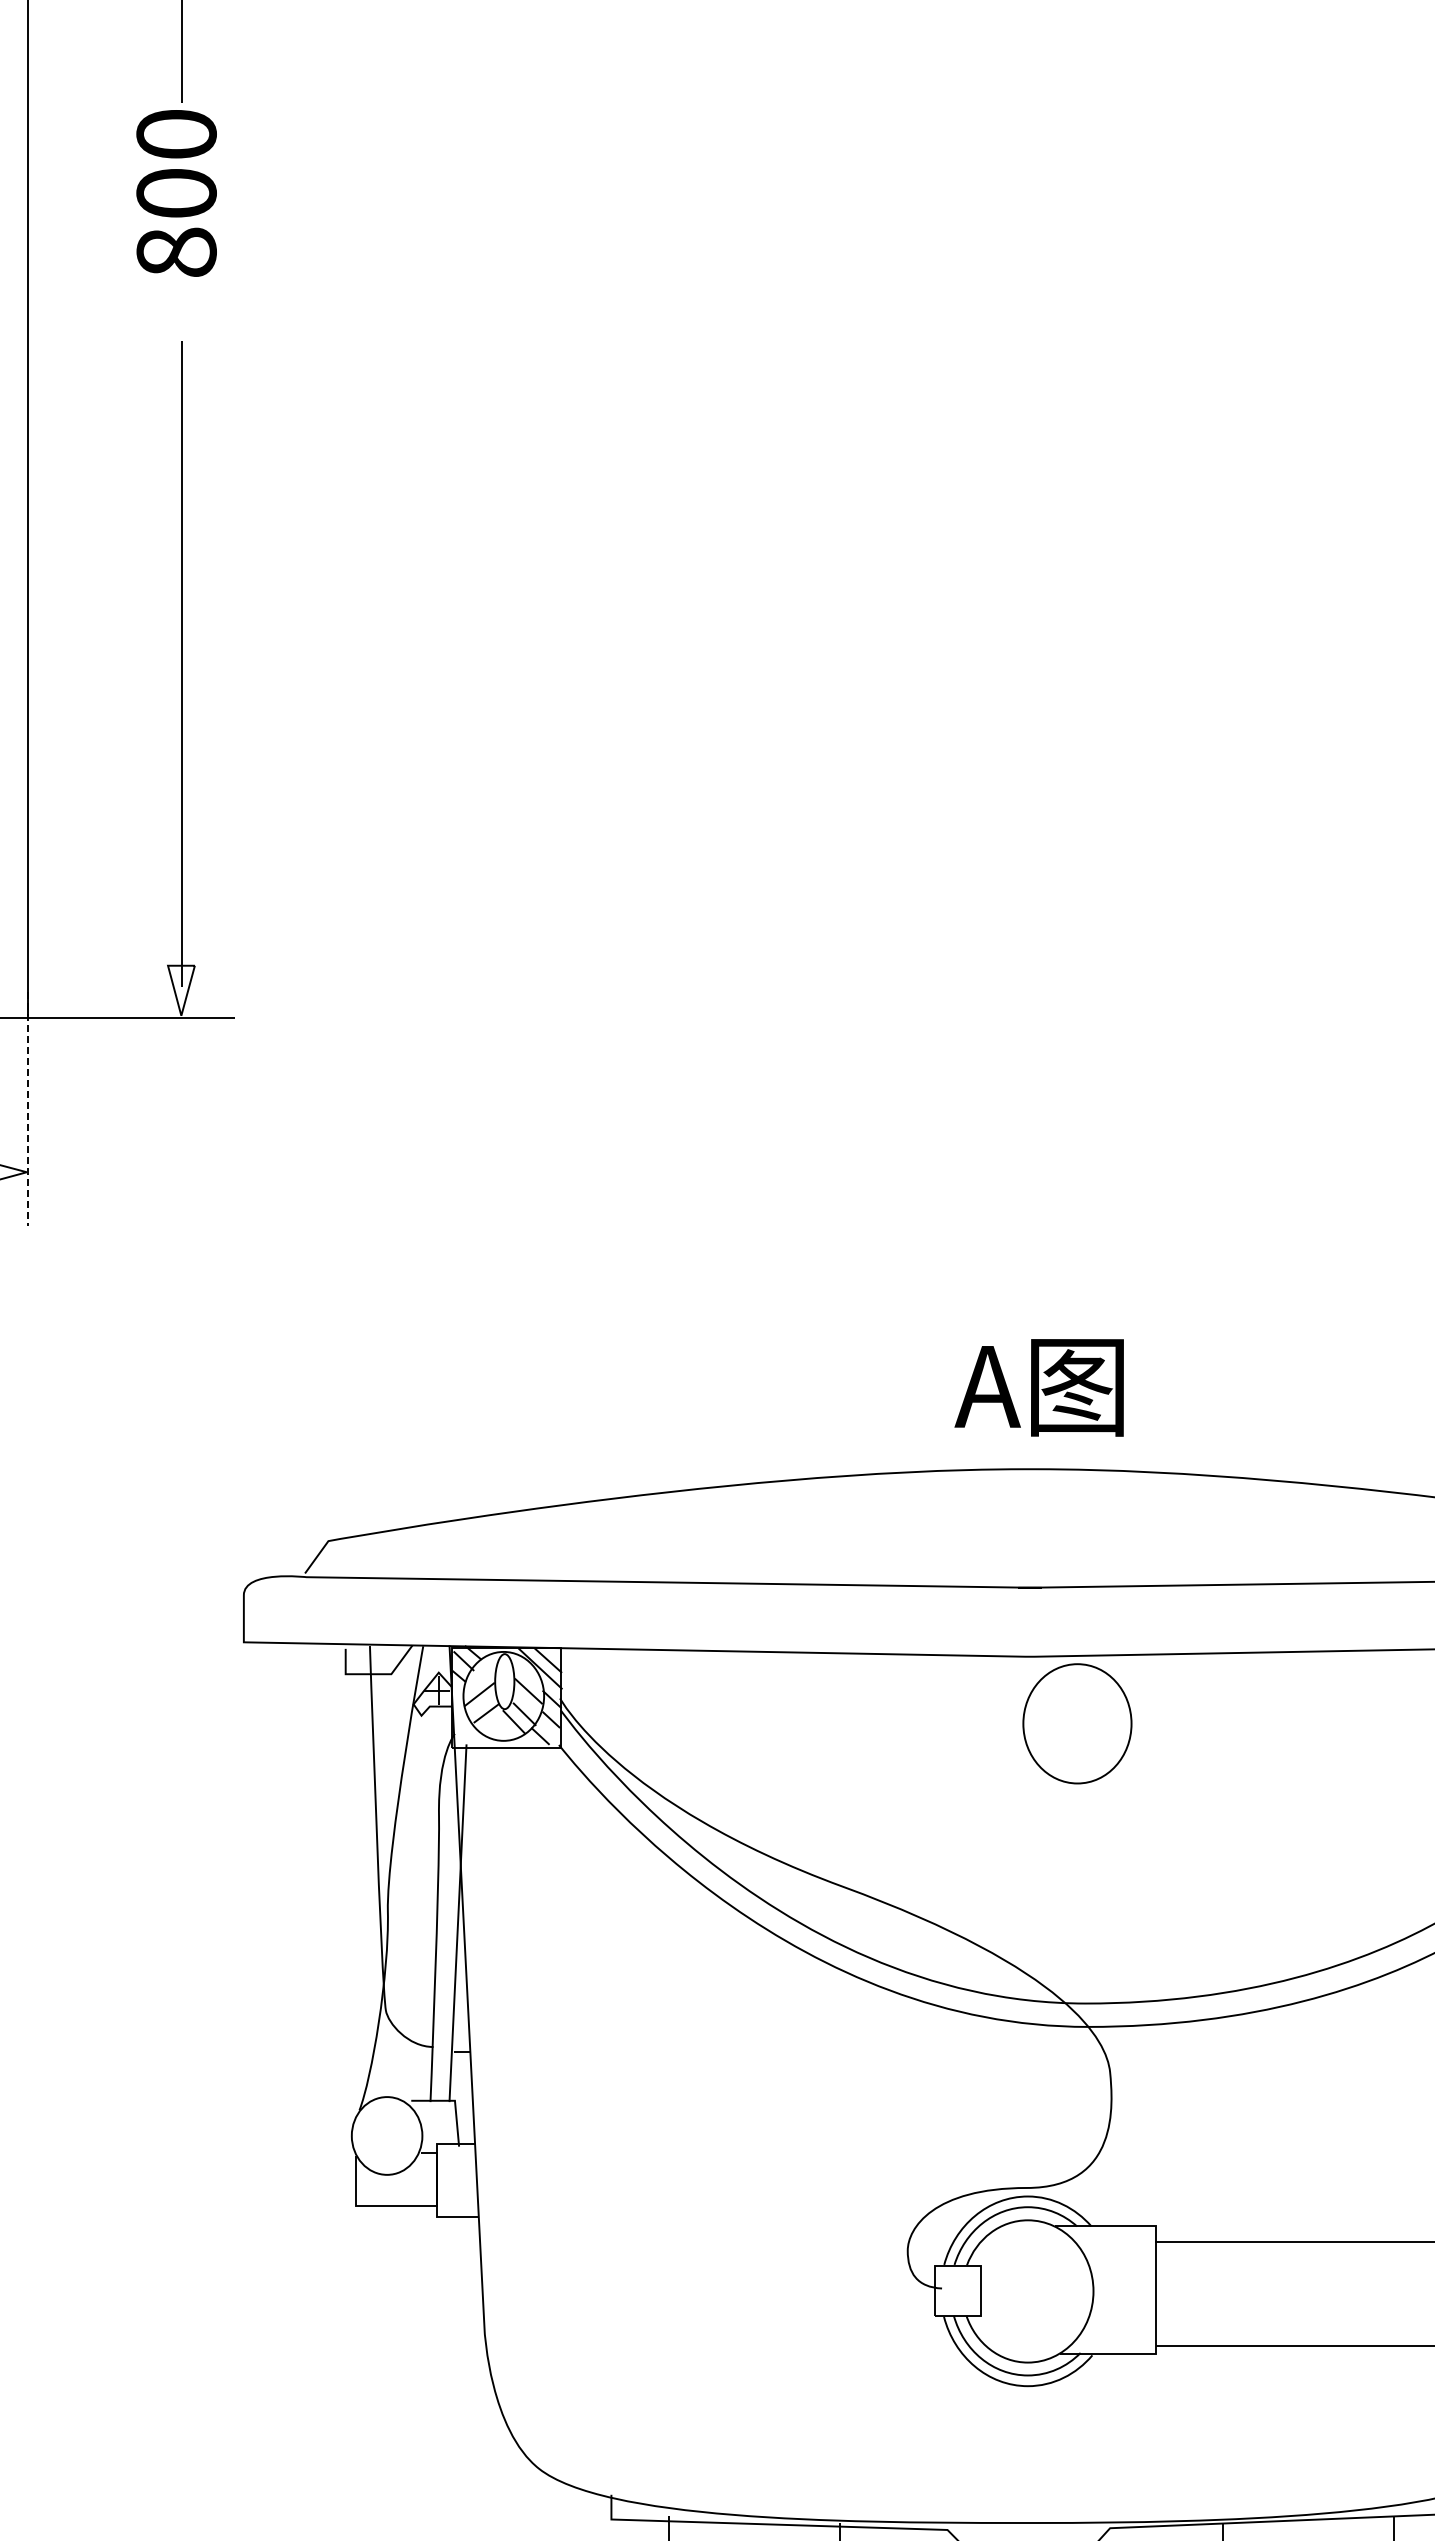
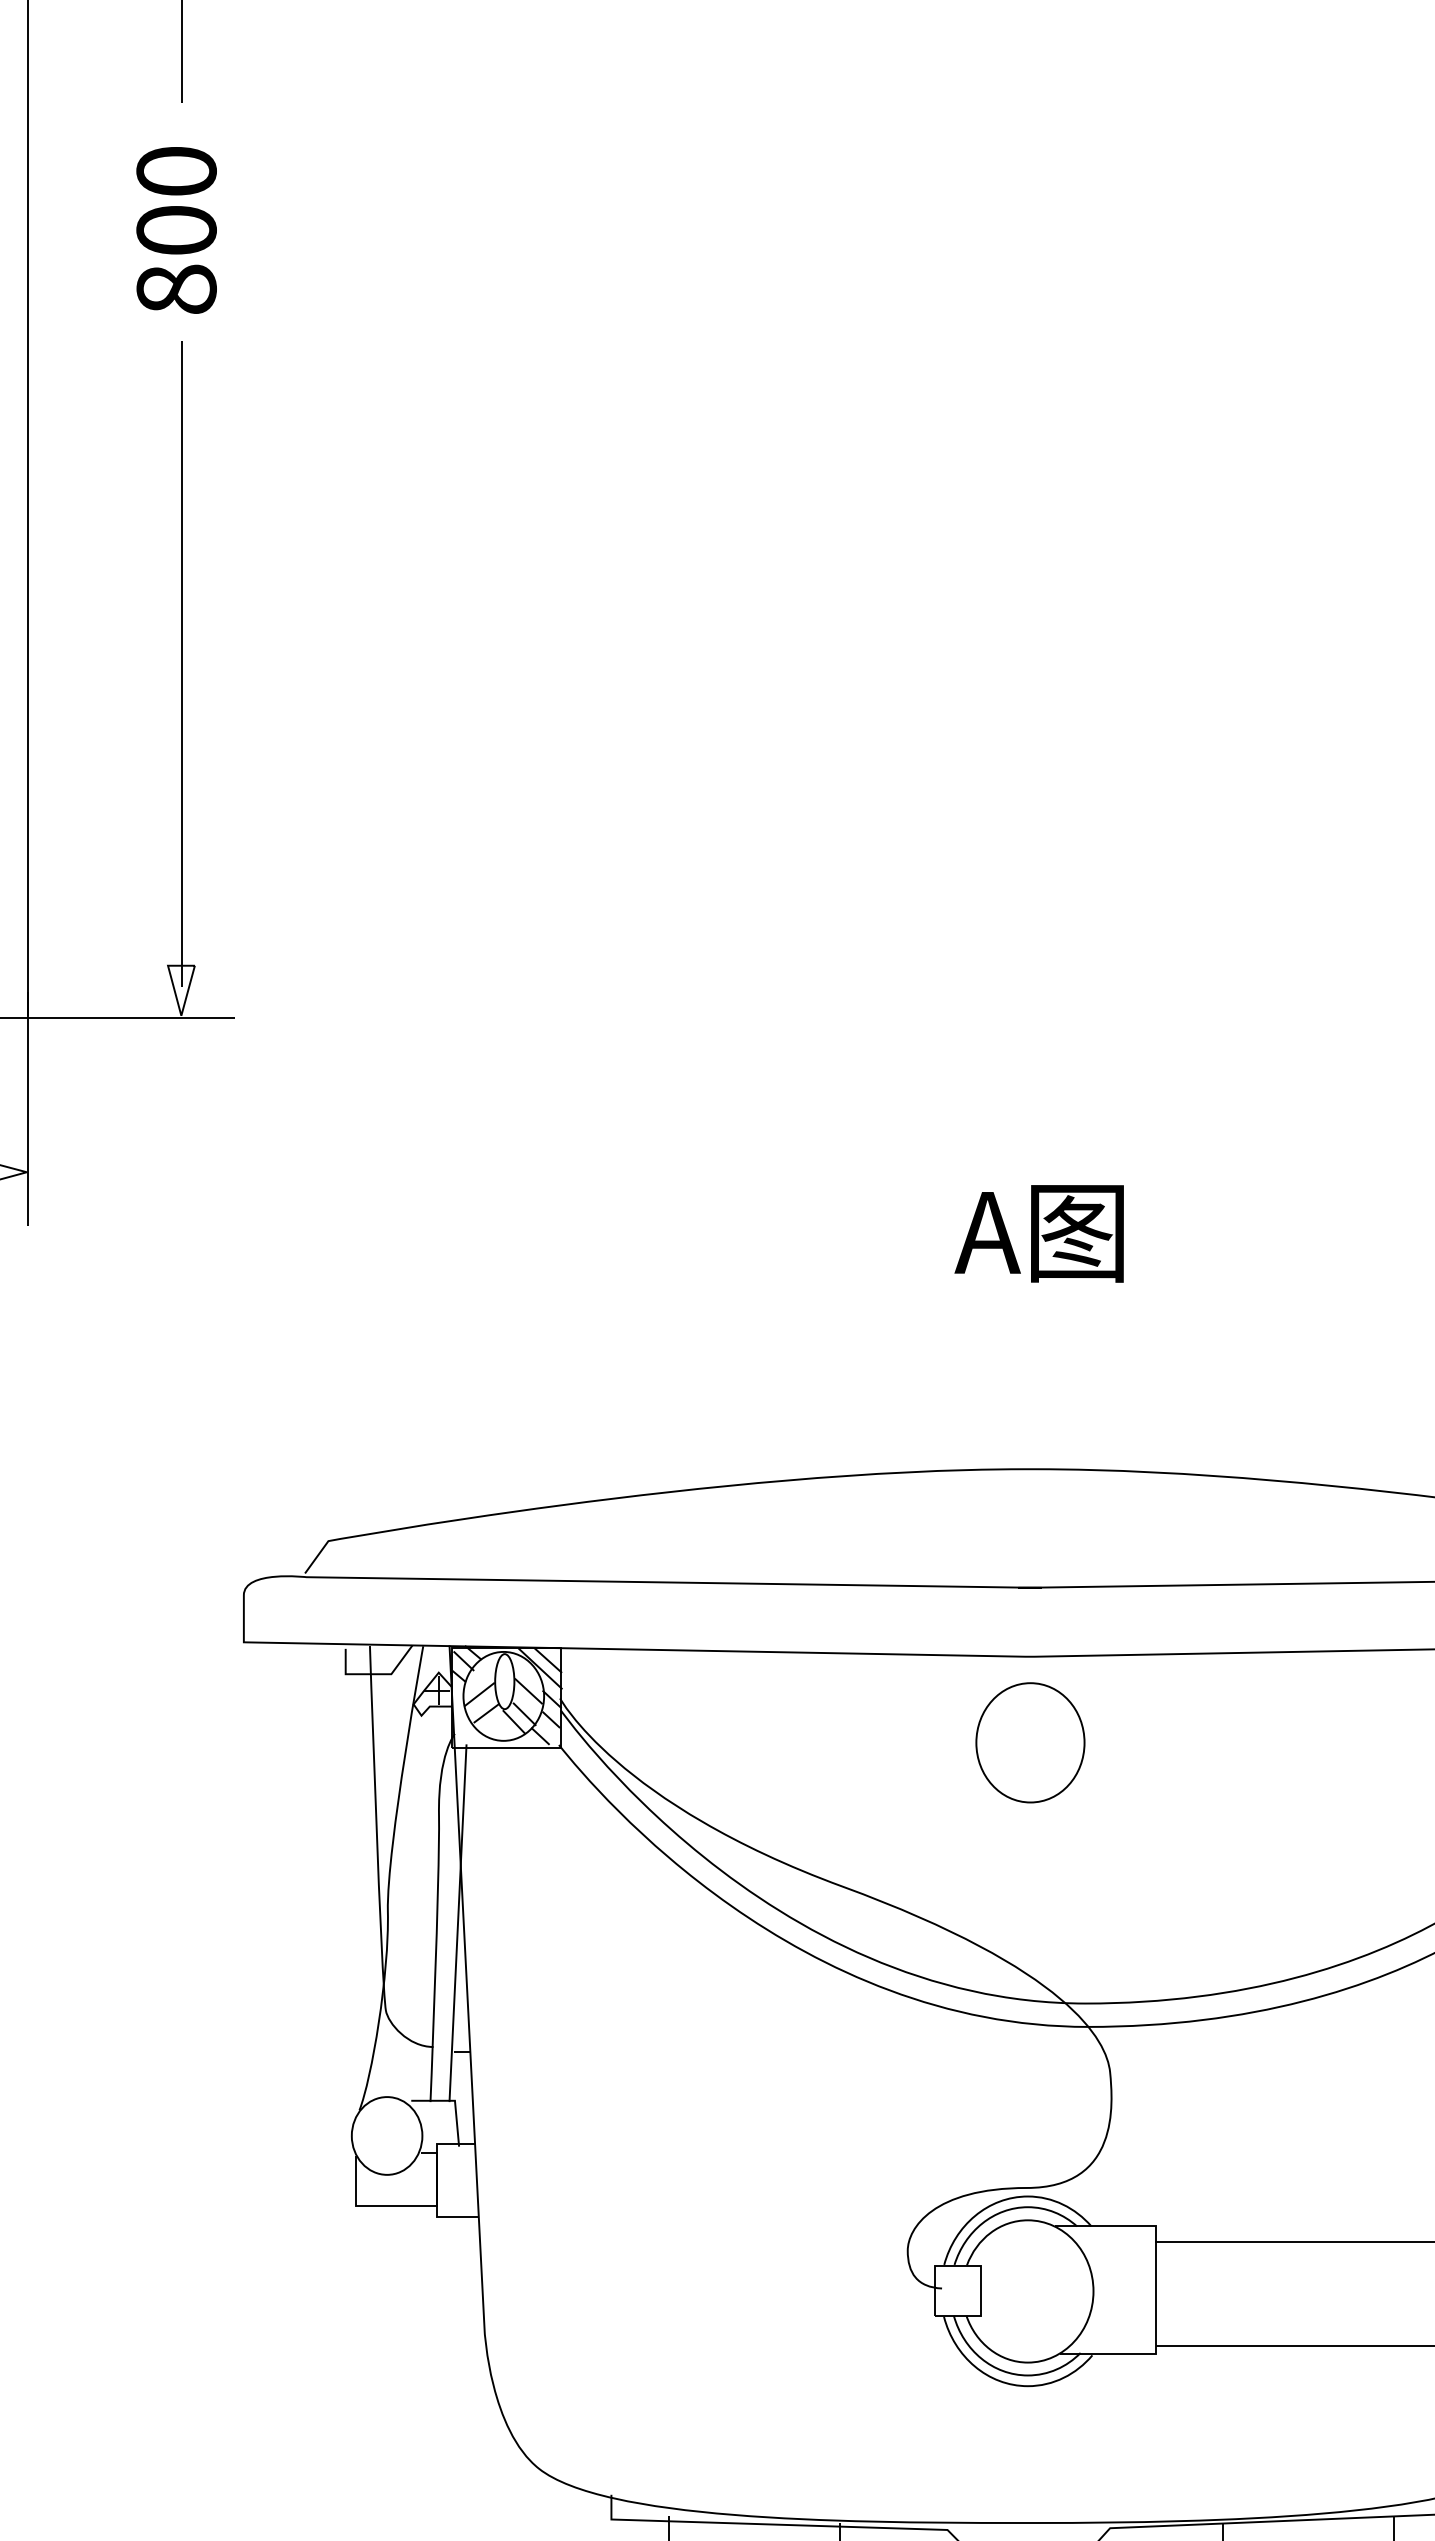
text at (176, 193) position: (176, 193) -> (176, 230)
line at (28, 1109): dashed -> solid
text at (1038, 1387) position: (1038, 1387) -> (1038, 1233)
part at (1077, 1723) position: (1077, 1723) -> (1030, 1742)
